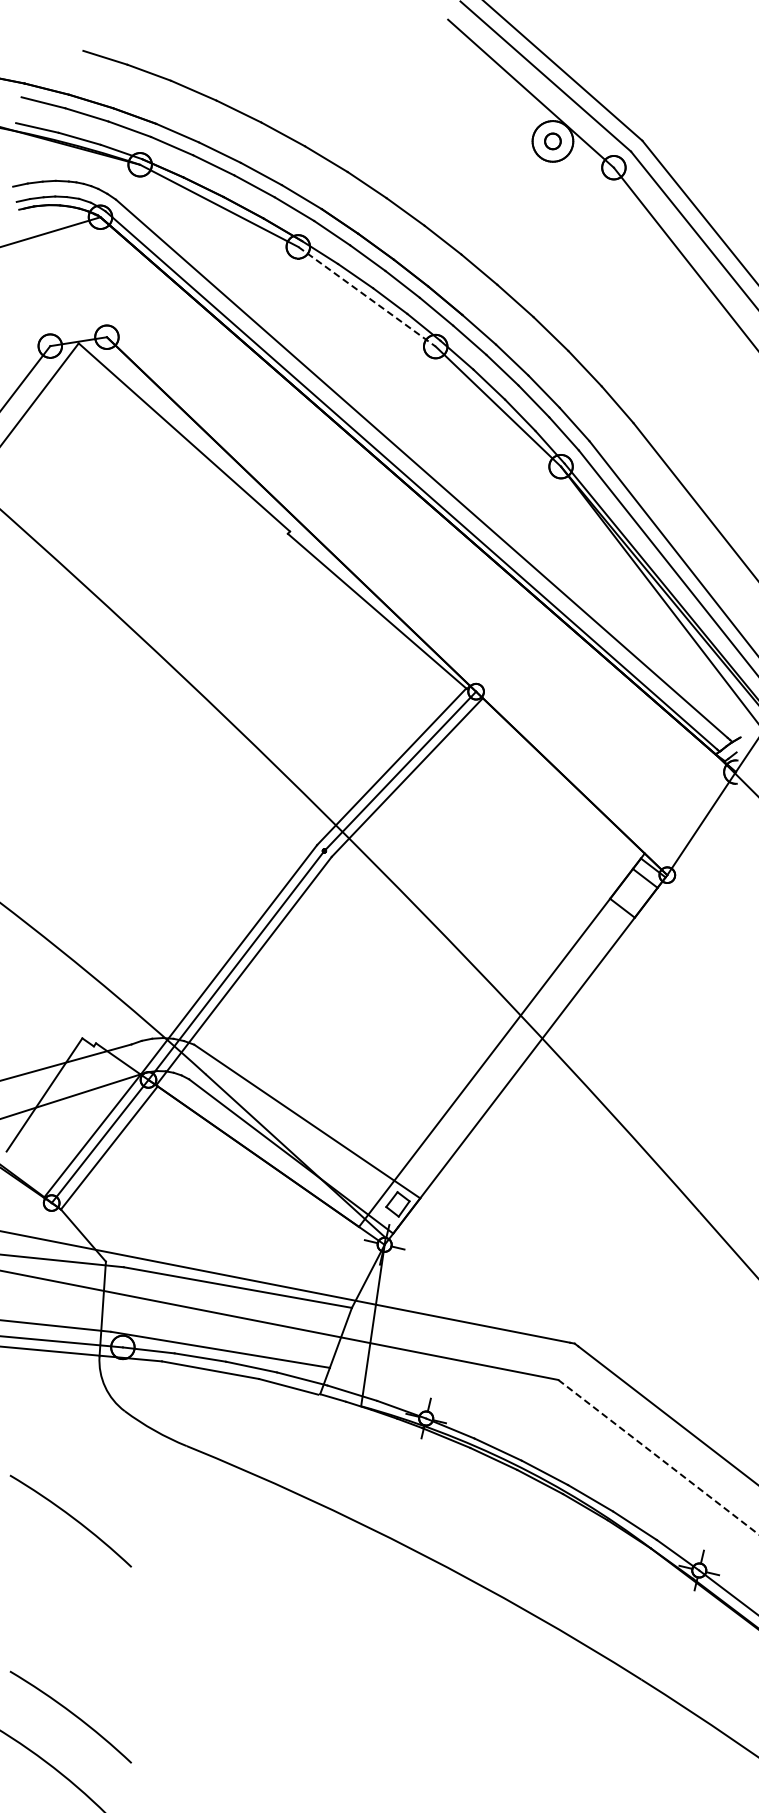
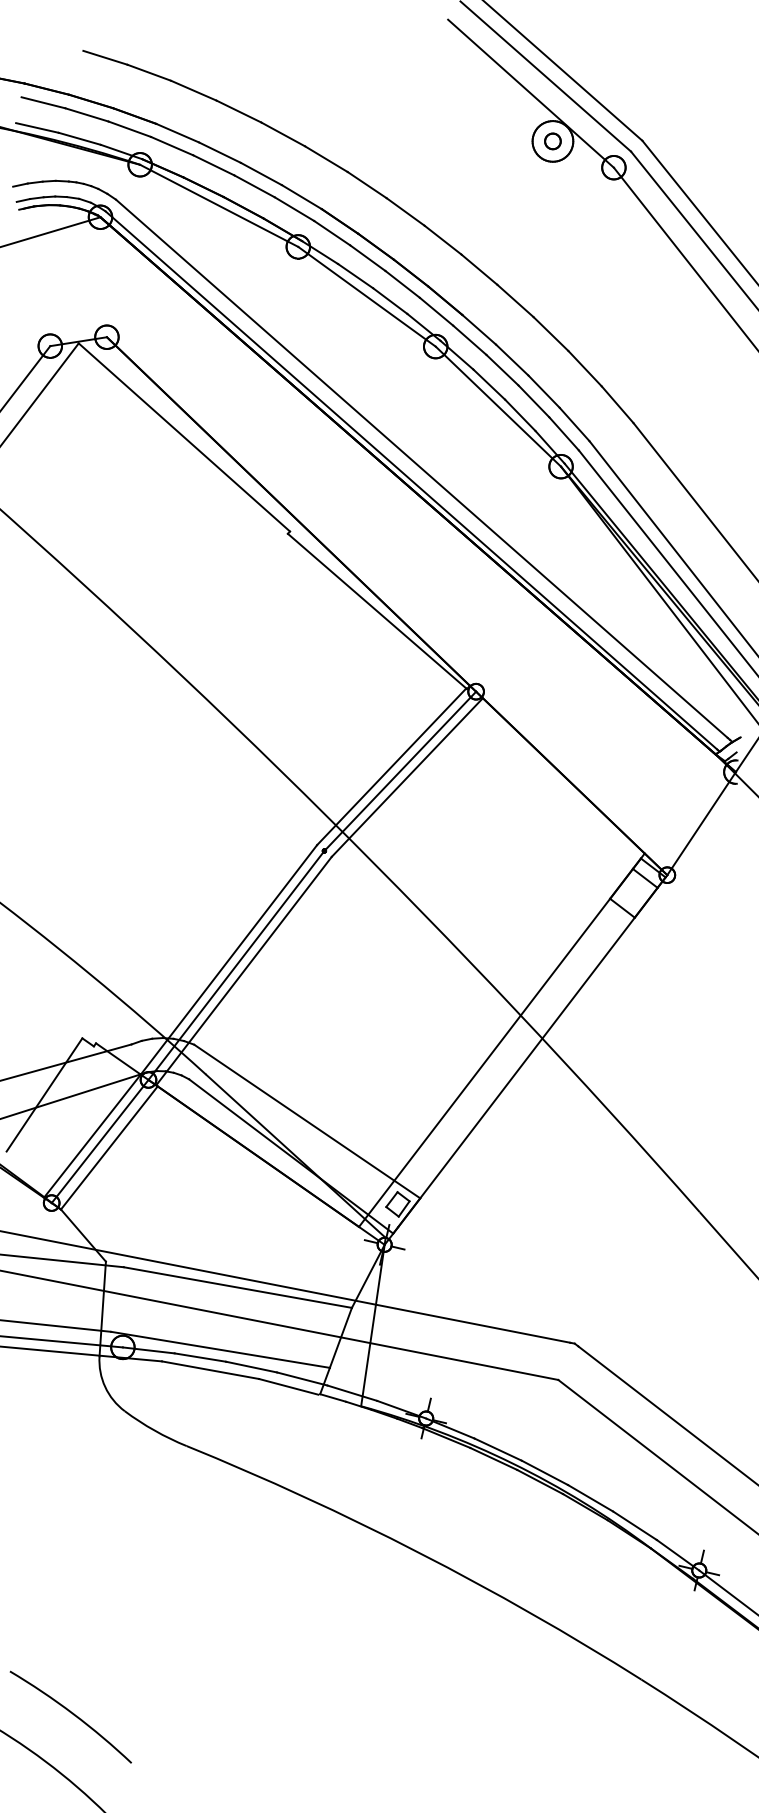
line at (367, 296): dashed -> solid
line at (658, 1457): dashed -> solid
arc at (72, 1518): present -> none
